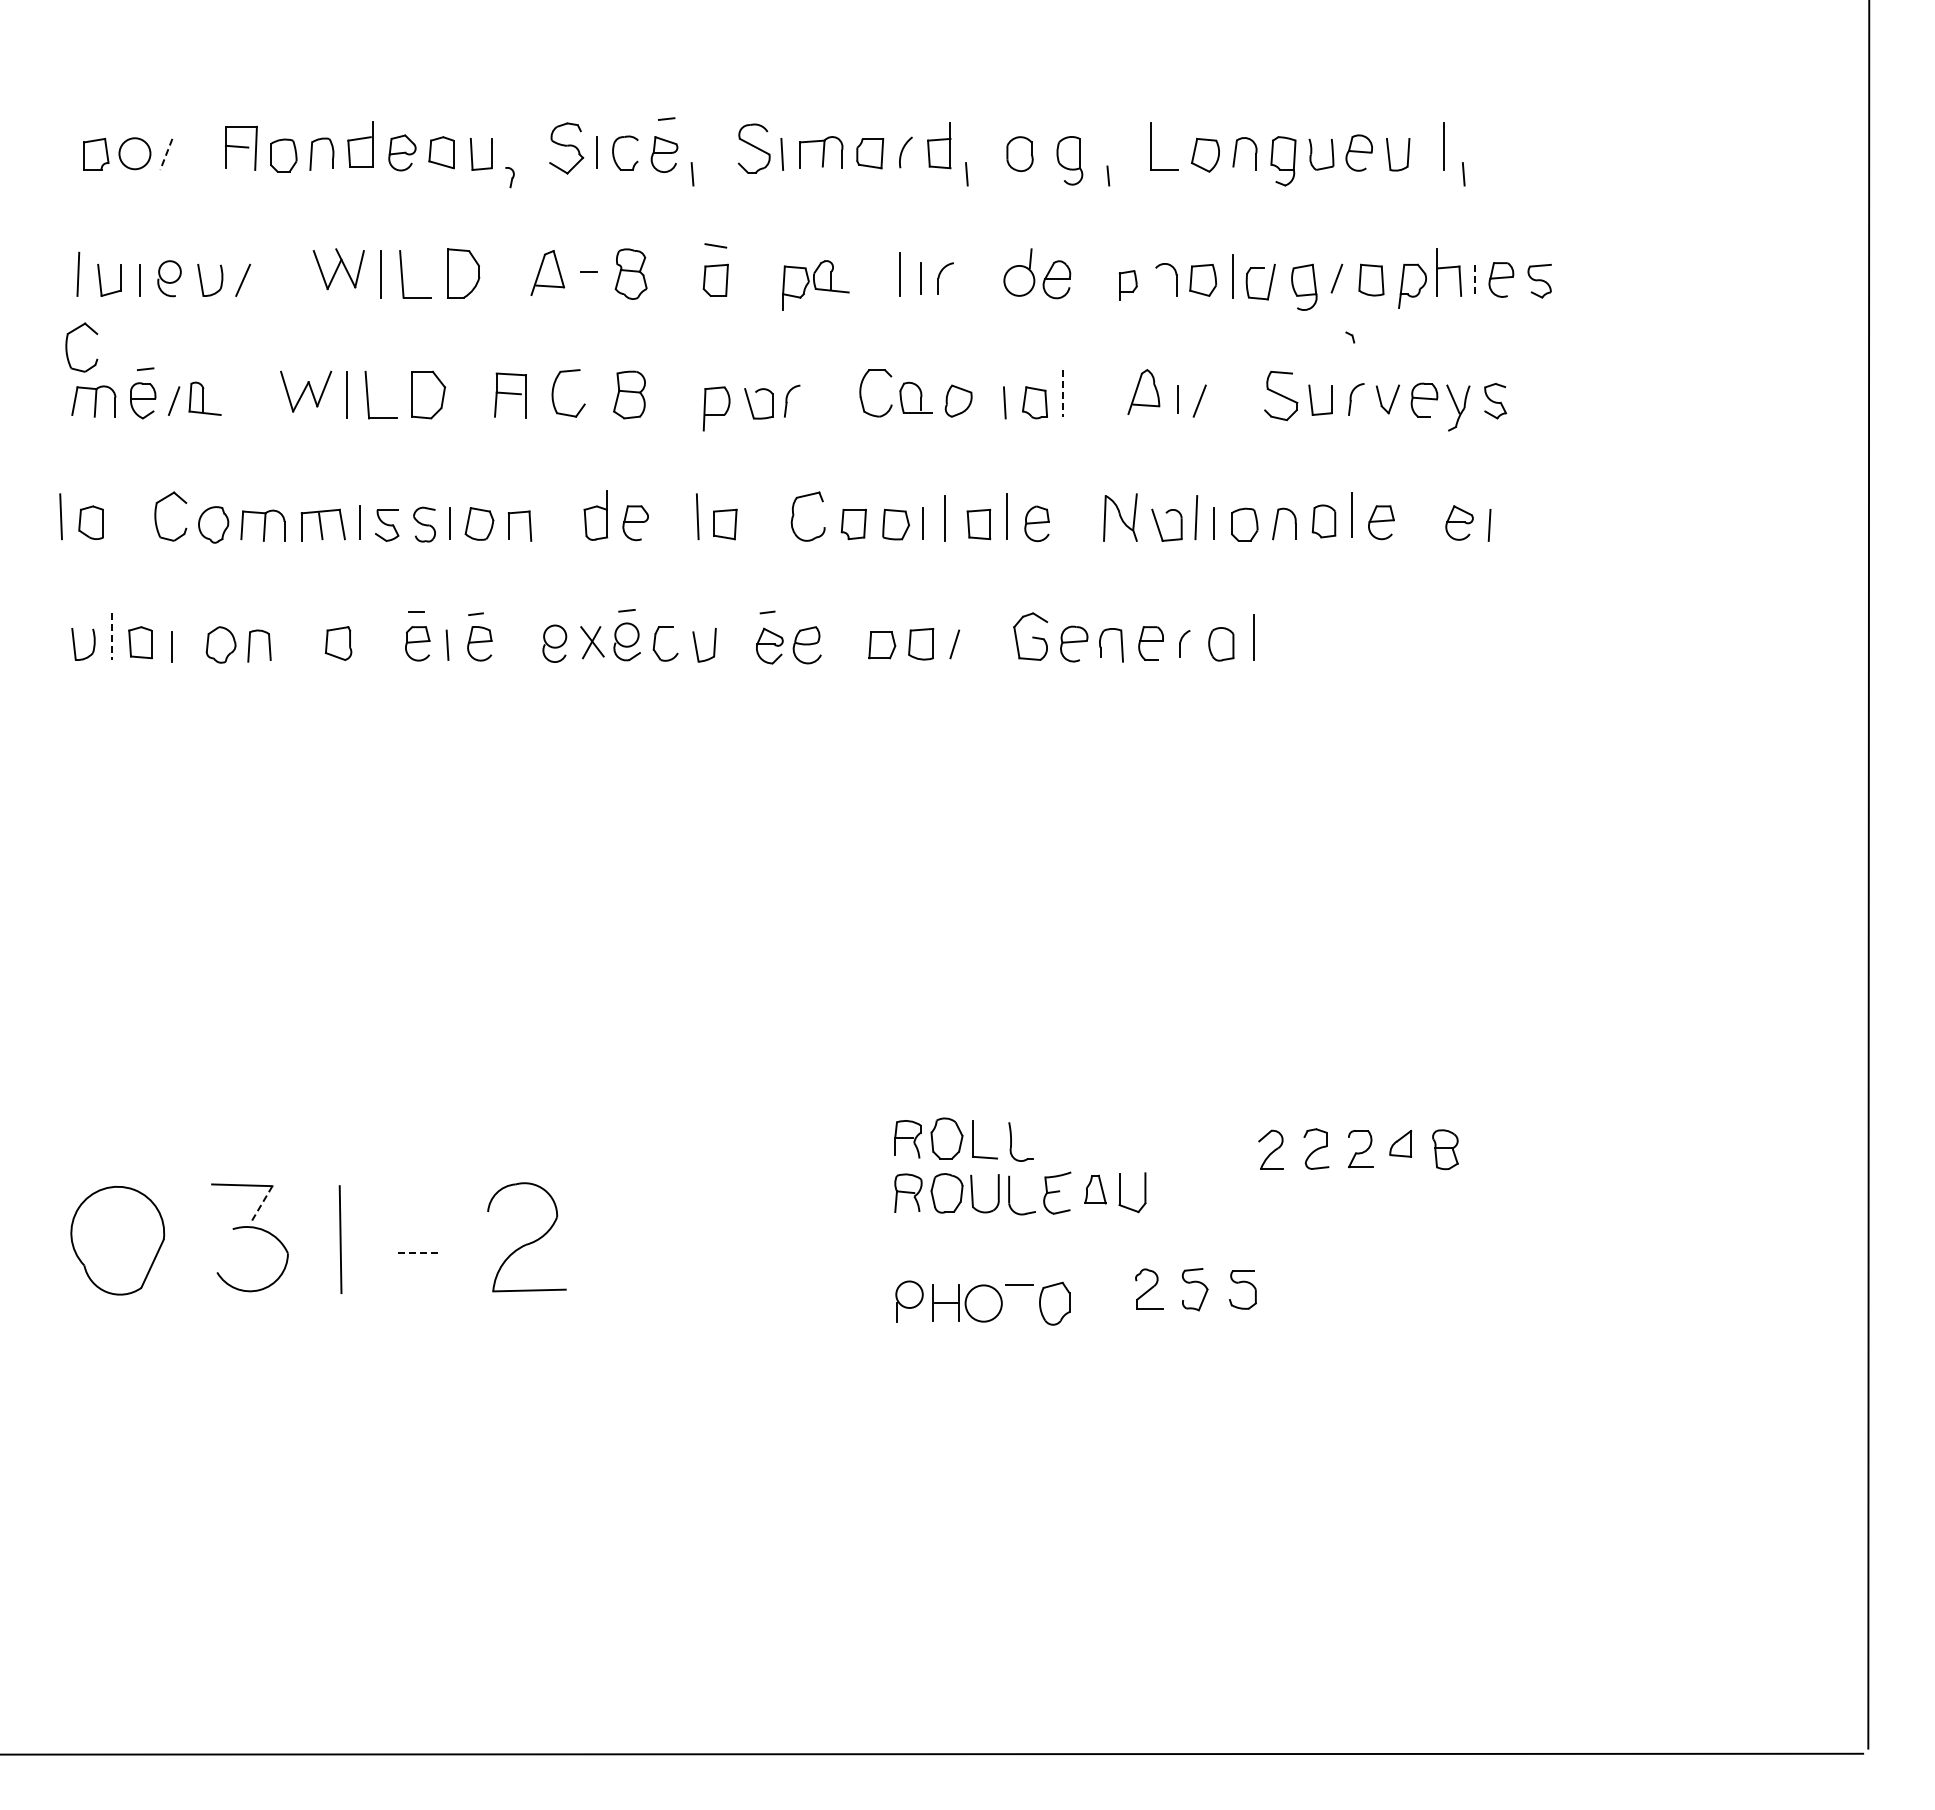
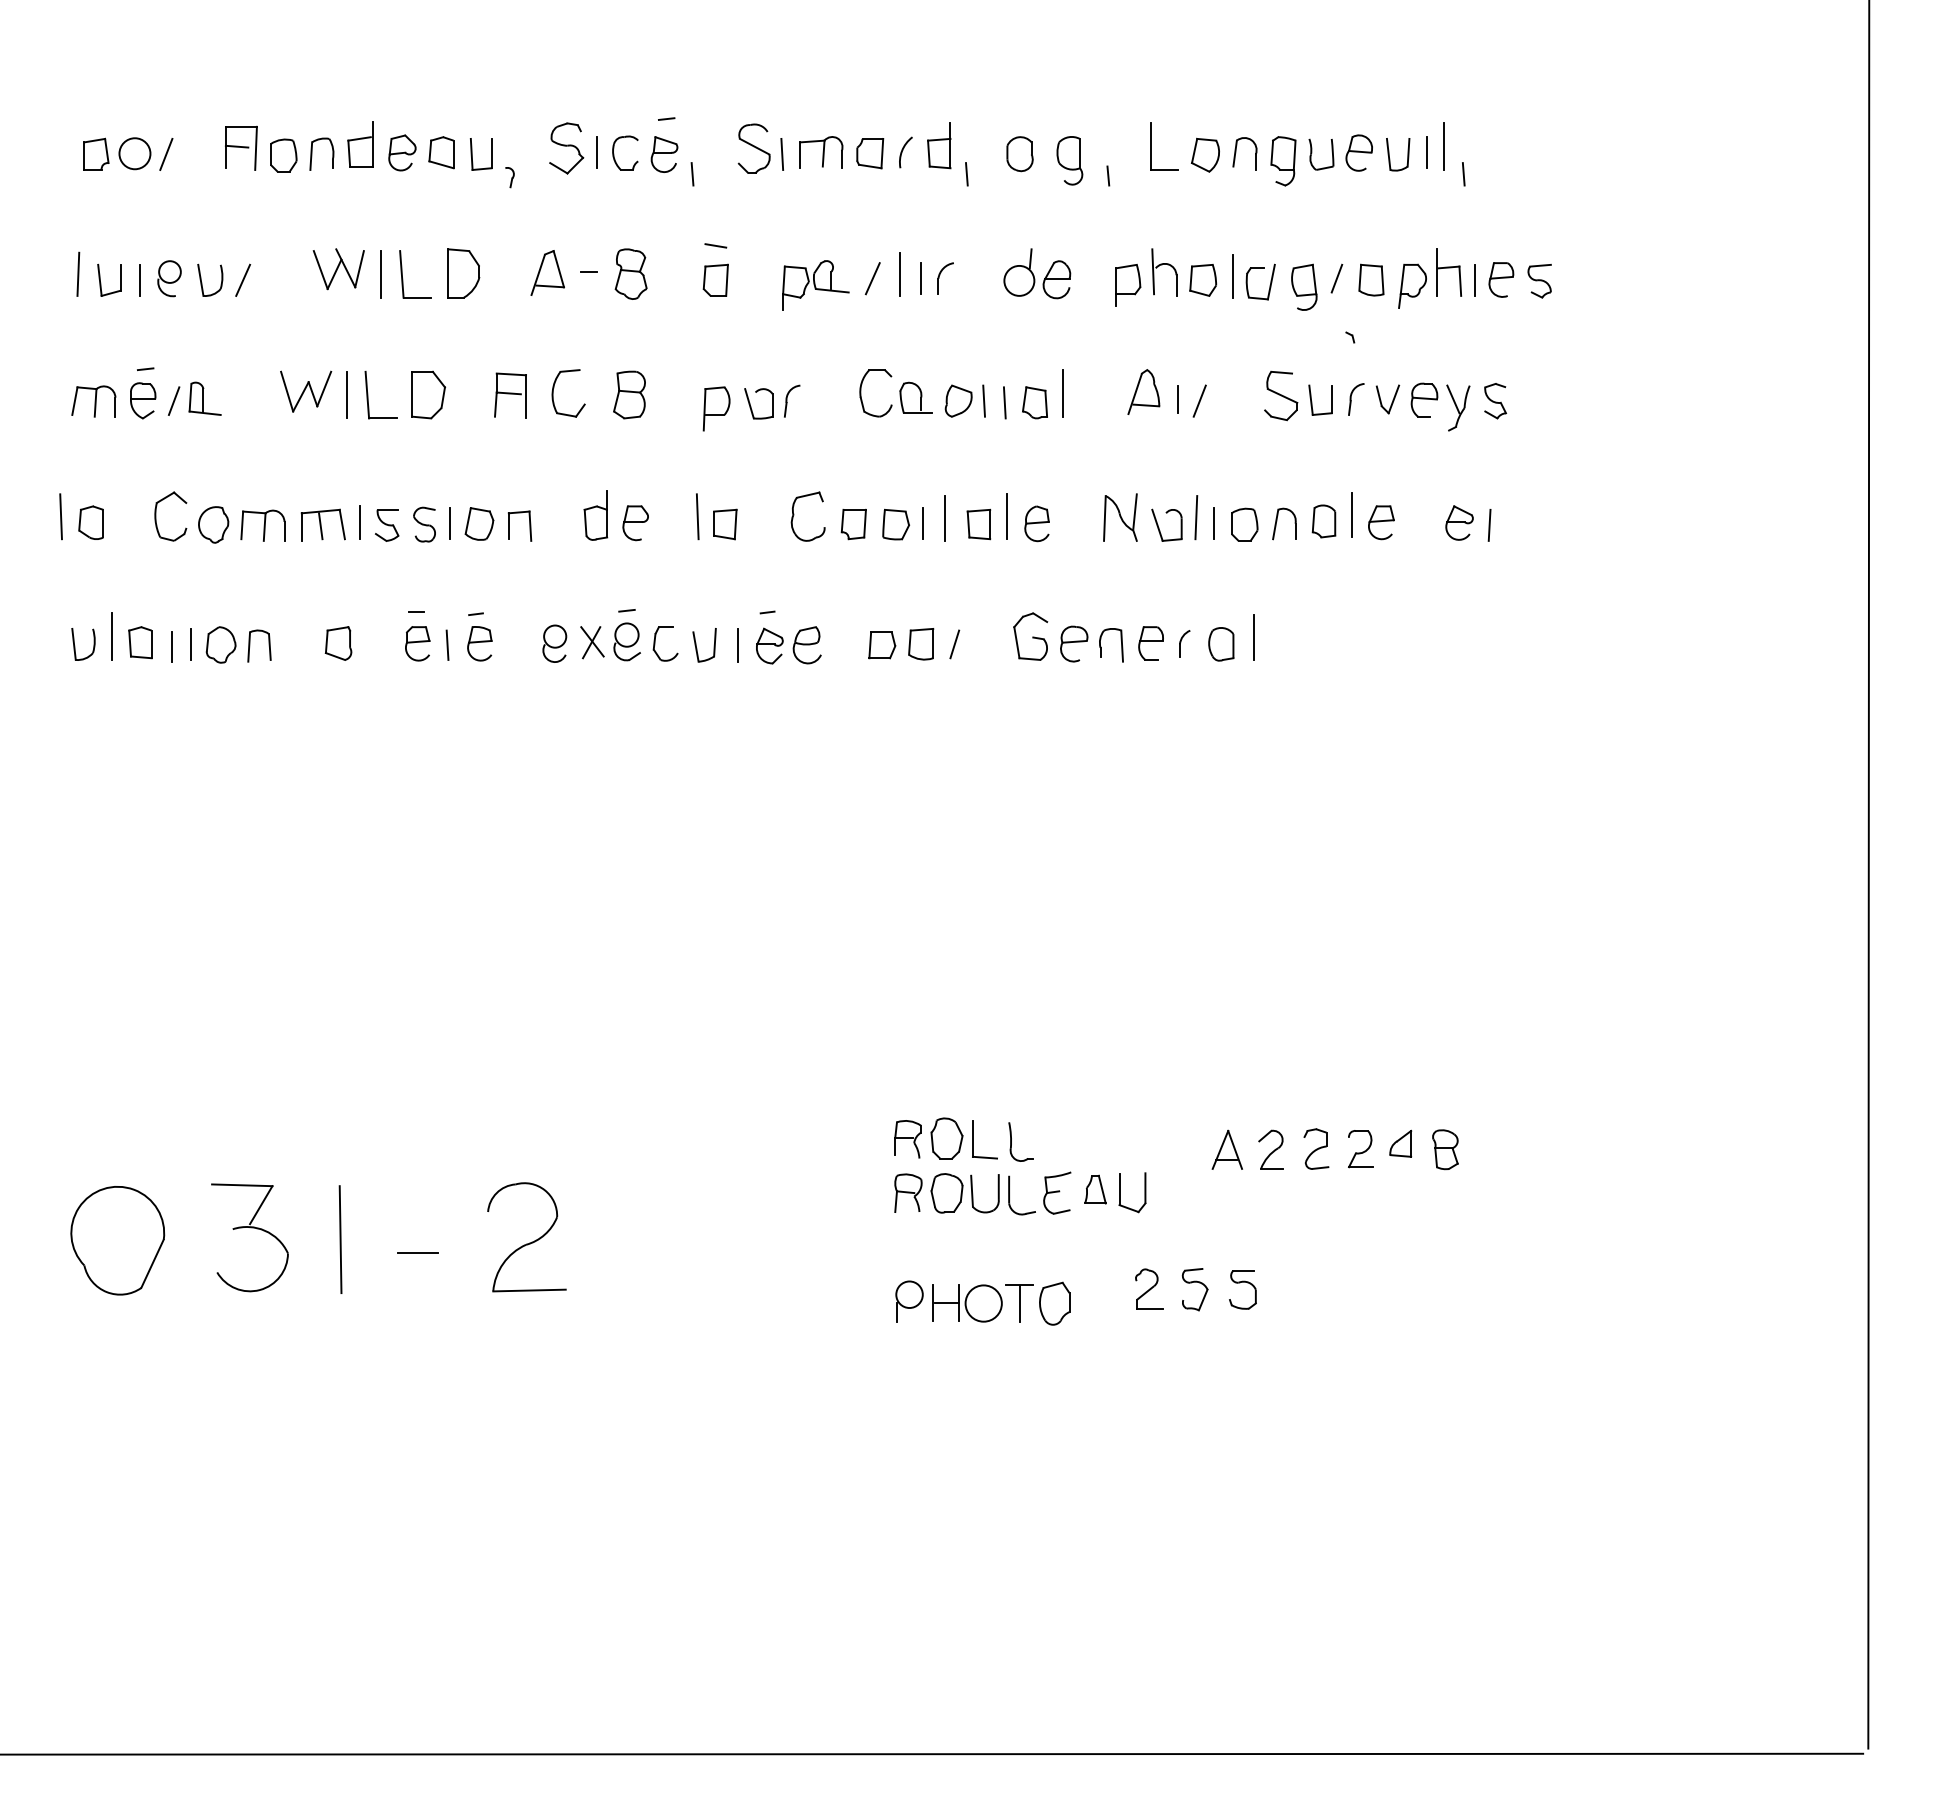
line at (1426, 152): none -> present
line at (166, 154): dashed -> solid
line at (1153, 271): none -> present
line at (872, 278): none -> present
line at (1474, 280): dashed -> solid
part at (1127, 285) size: 20x31 px -> 27x43 px
part at (67, 347): present -> none
line at (1062, 393): dashed -> solid
line at (983, 400): none -> present
line at (112, 637): dashed -> solid
line at (191, 643): none -> present
line at (738, 644): none -> present
part at (1226, 1149): none -> present
line at (260, 1205): dashed -> solid
line at (418, 1253): dashed -> solid
line at (1019, 1304): none -> present
